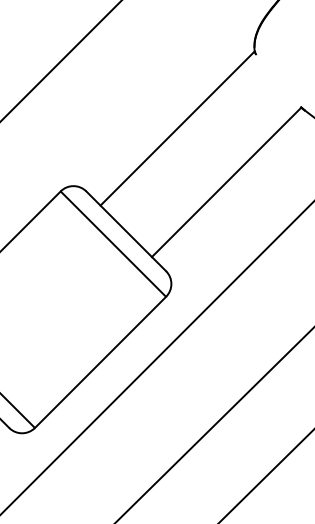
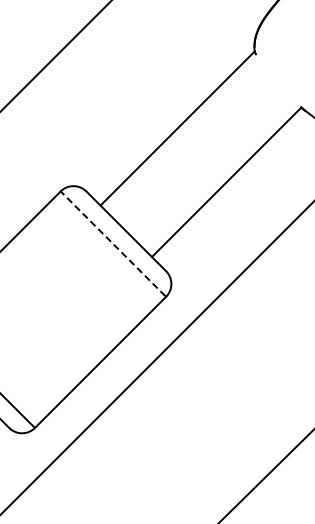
line at (60, 60) position: (60, 60) -> (55, 56)
line at (113, 244): solid -> dashed
line at (214, 424): present -> none
